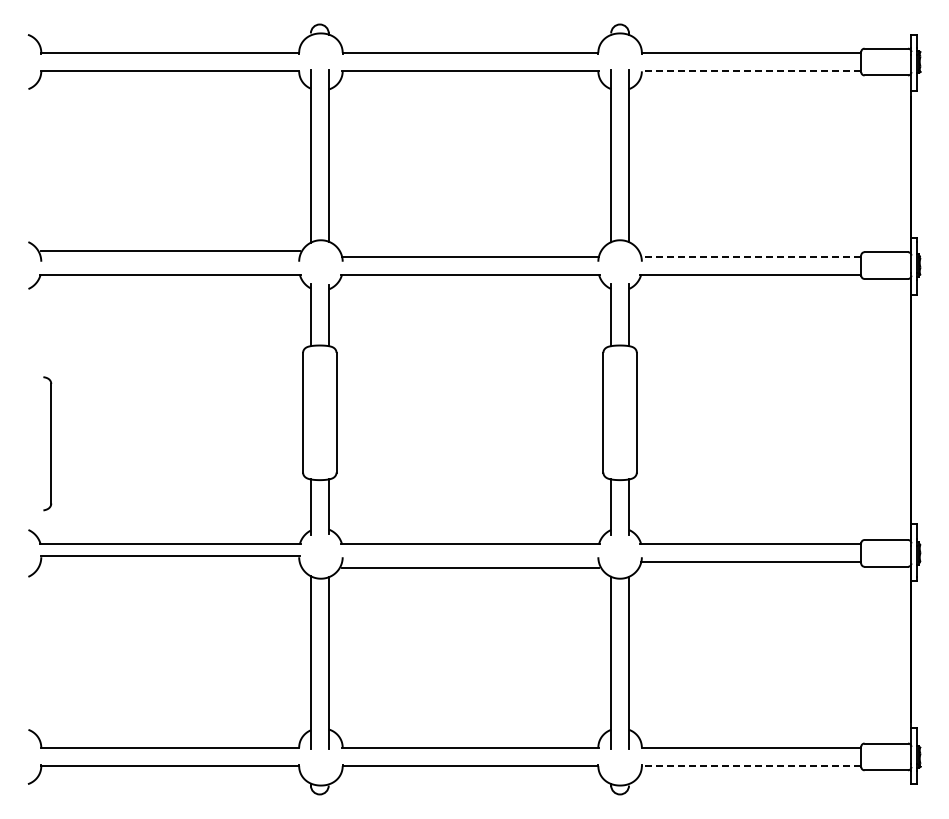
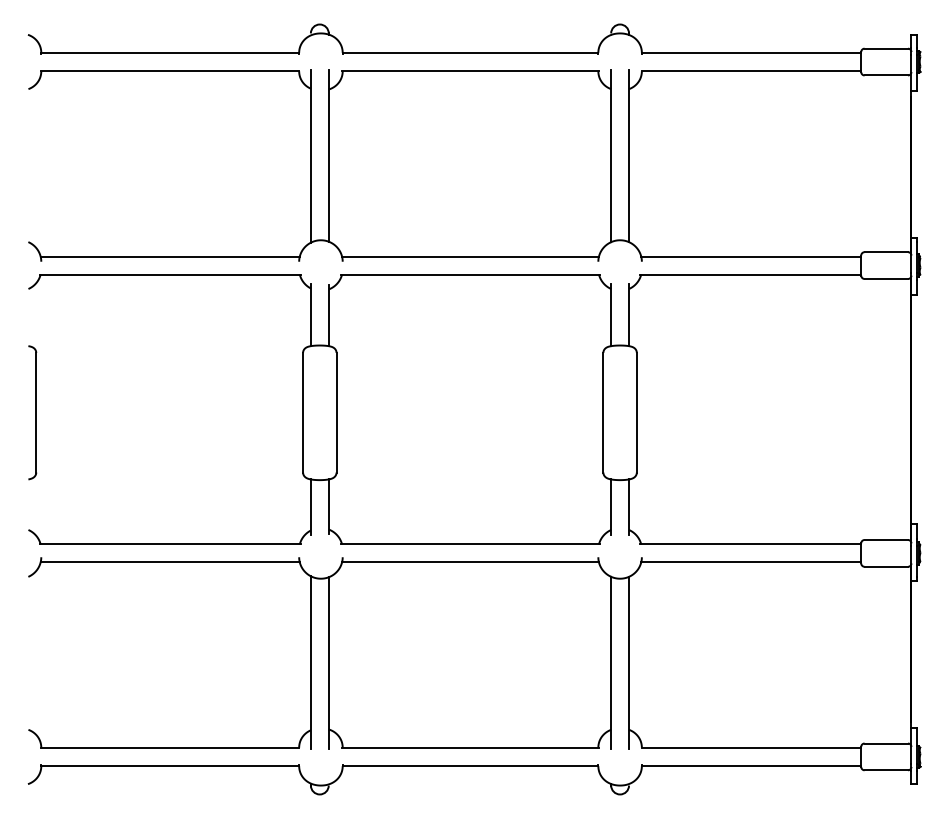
line at (751, 71): dashed -> solid
line at (169, 250) position: (169, 250) -> (169, 256)
line at (751, 256): dashed -> solid
part at (47, 443) position: (47, 443) -> (32, 412)
line at (169, 556) position: (169, 556) -> (169, 562)
line at (470, 568) position: (470, 568) -> (470, 562)
line at (751, 765): dashed -> solid
